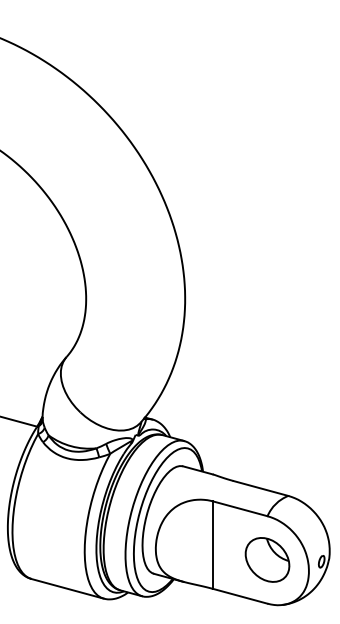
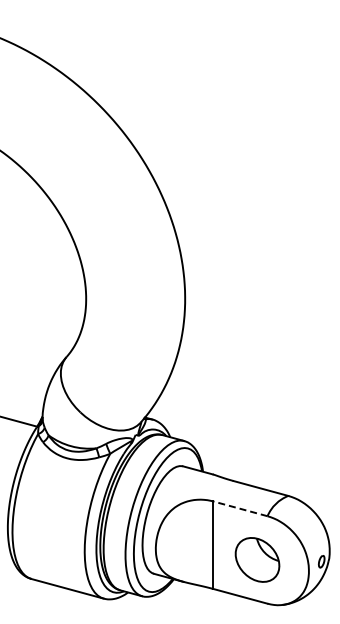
line at (239, 508): solid -> dashed
part at (267, 559) position: (267, 559) -> (257, 559)
